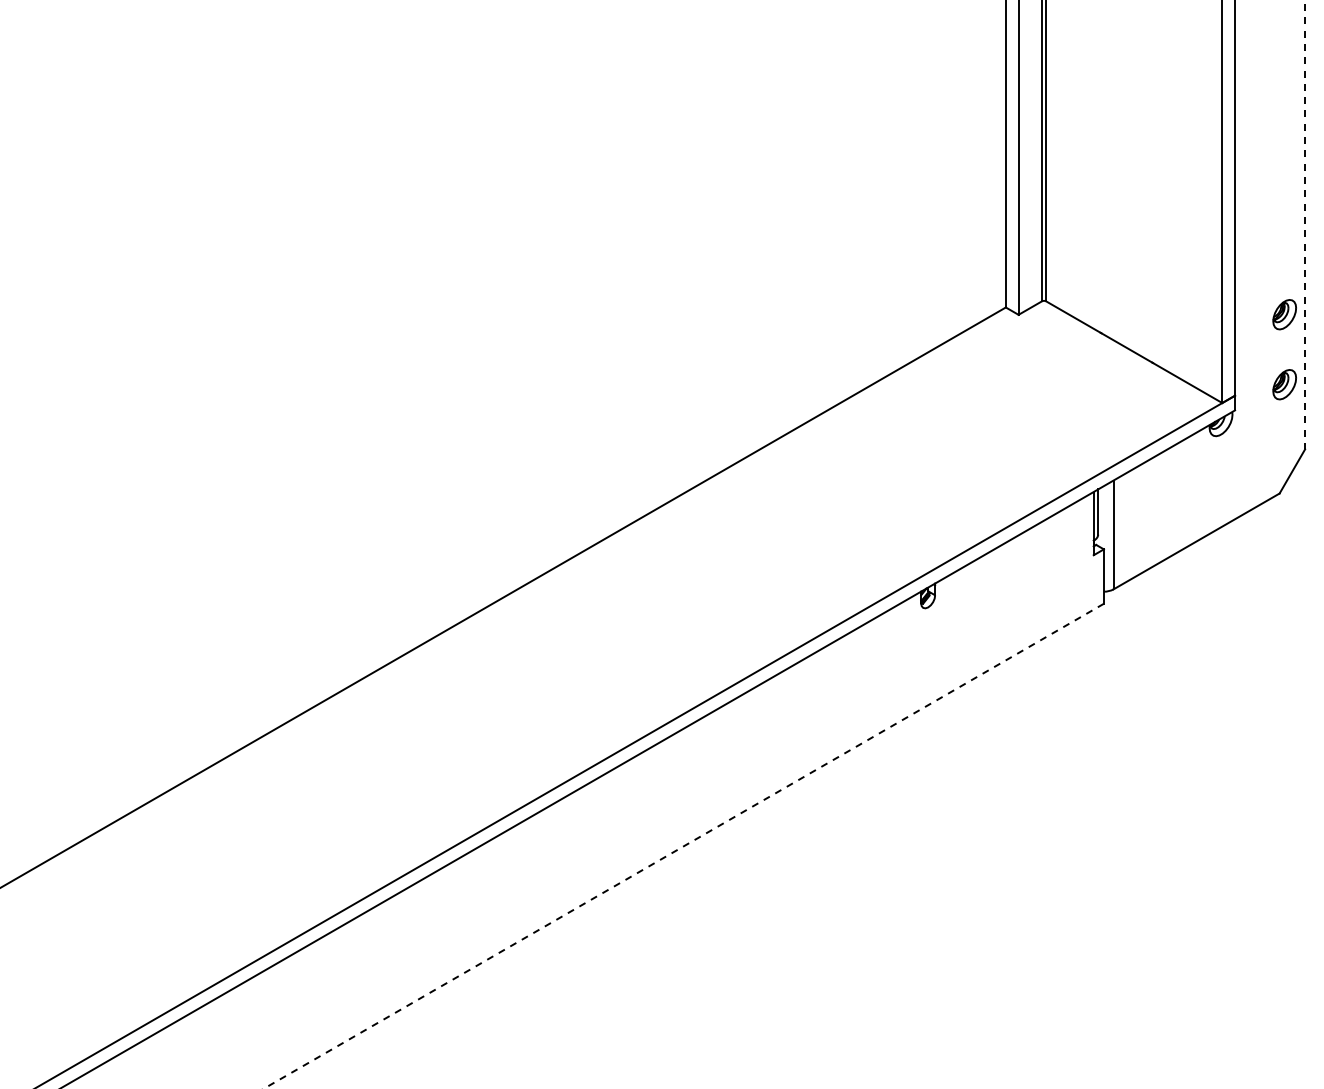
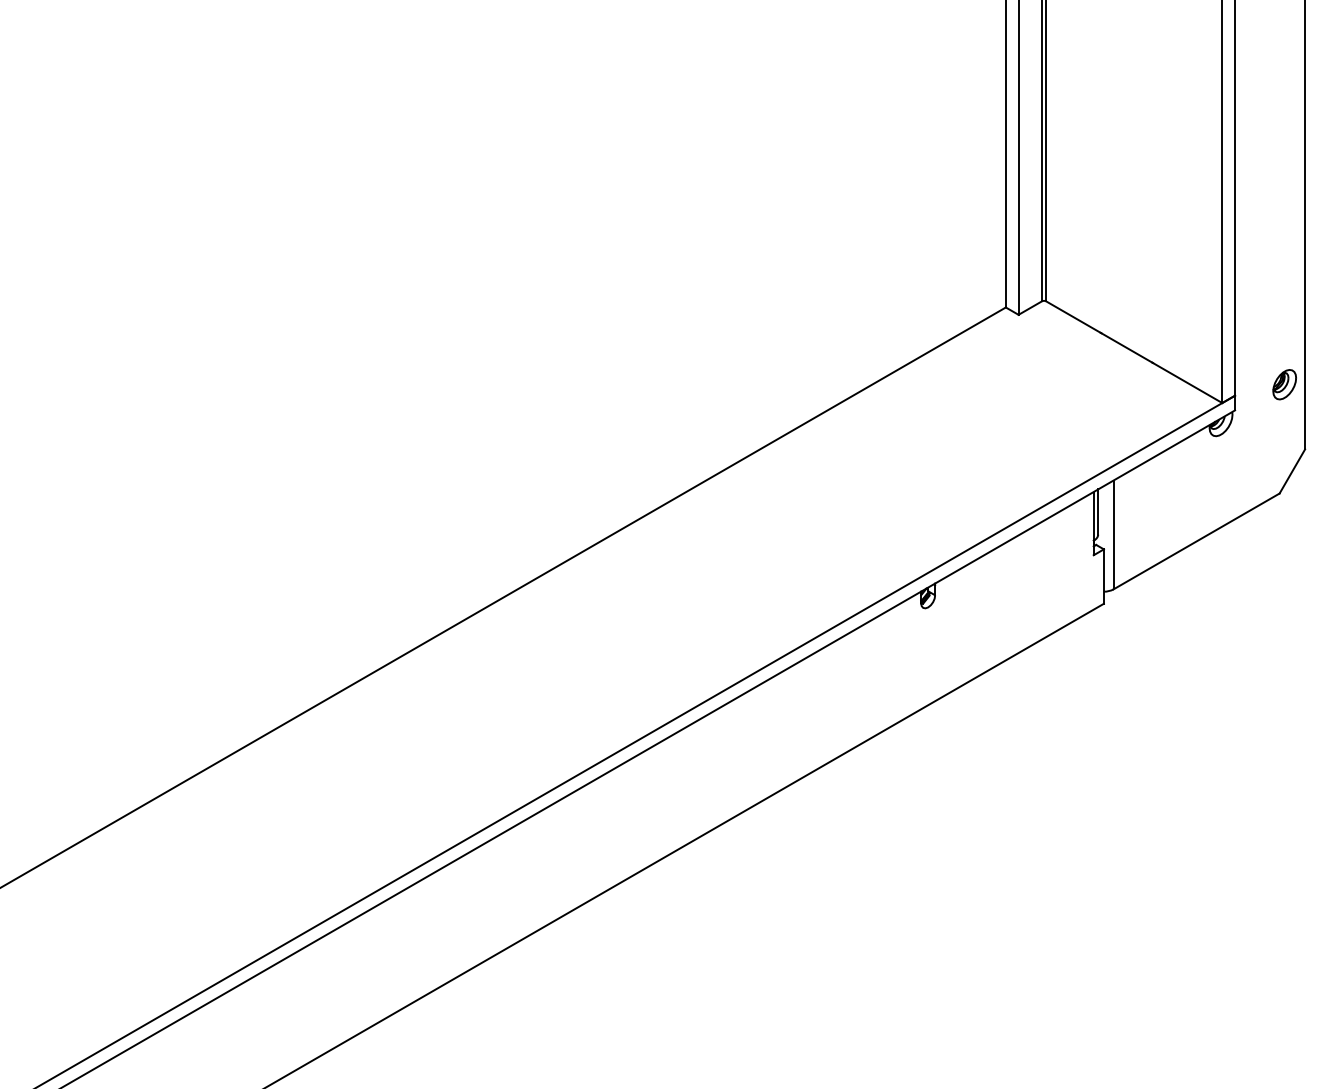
line at (1305, 225): dashed -> solid
part at (1284, 314): present -> none
line at (684, 846): dashed -> solid
